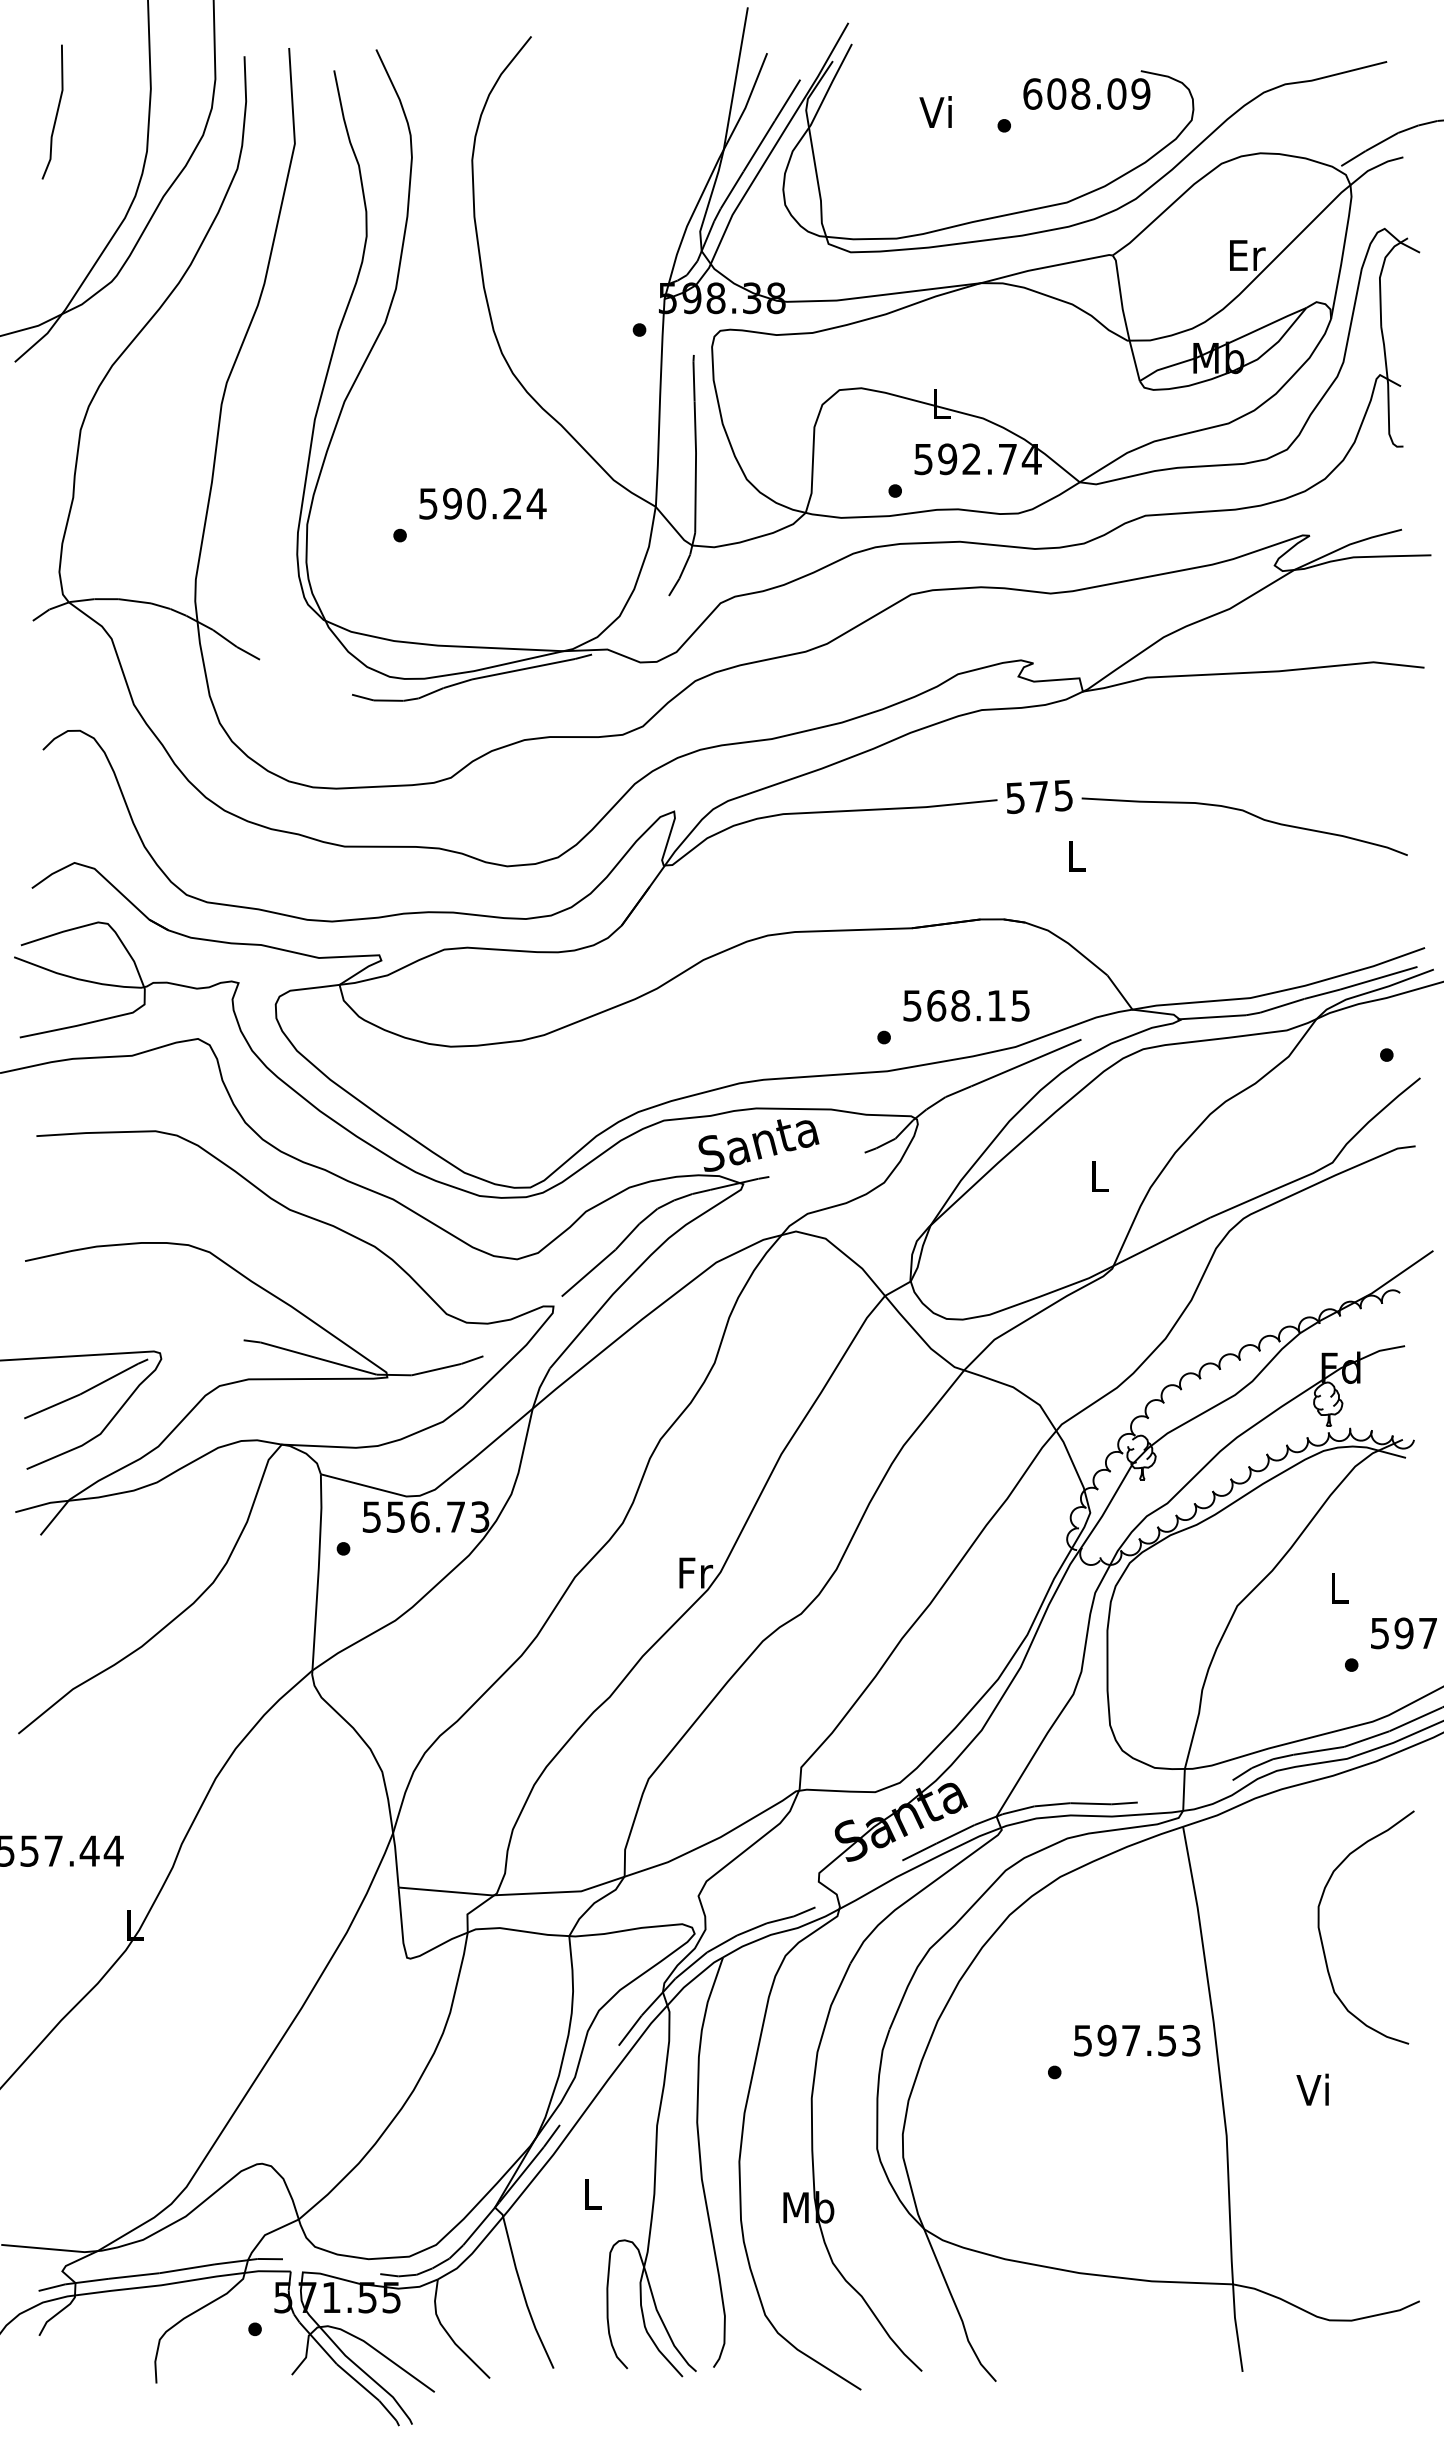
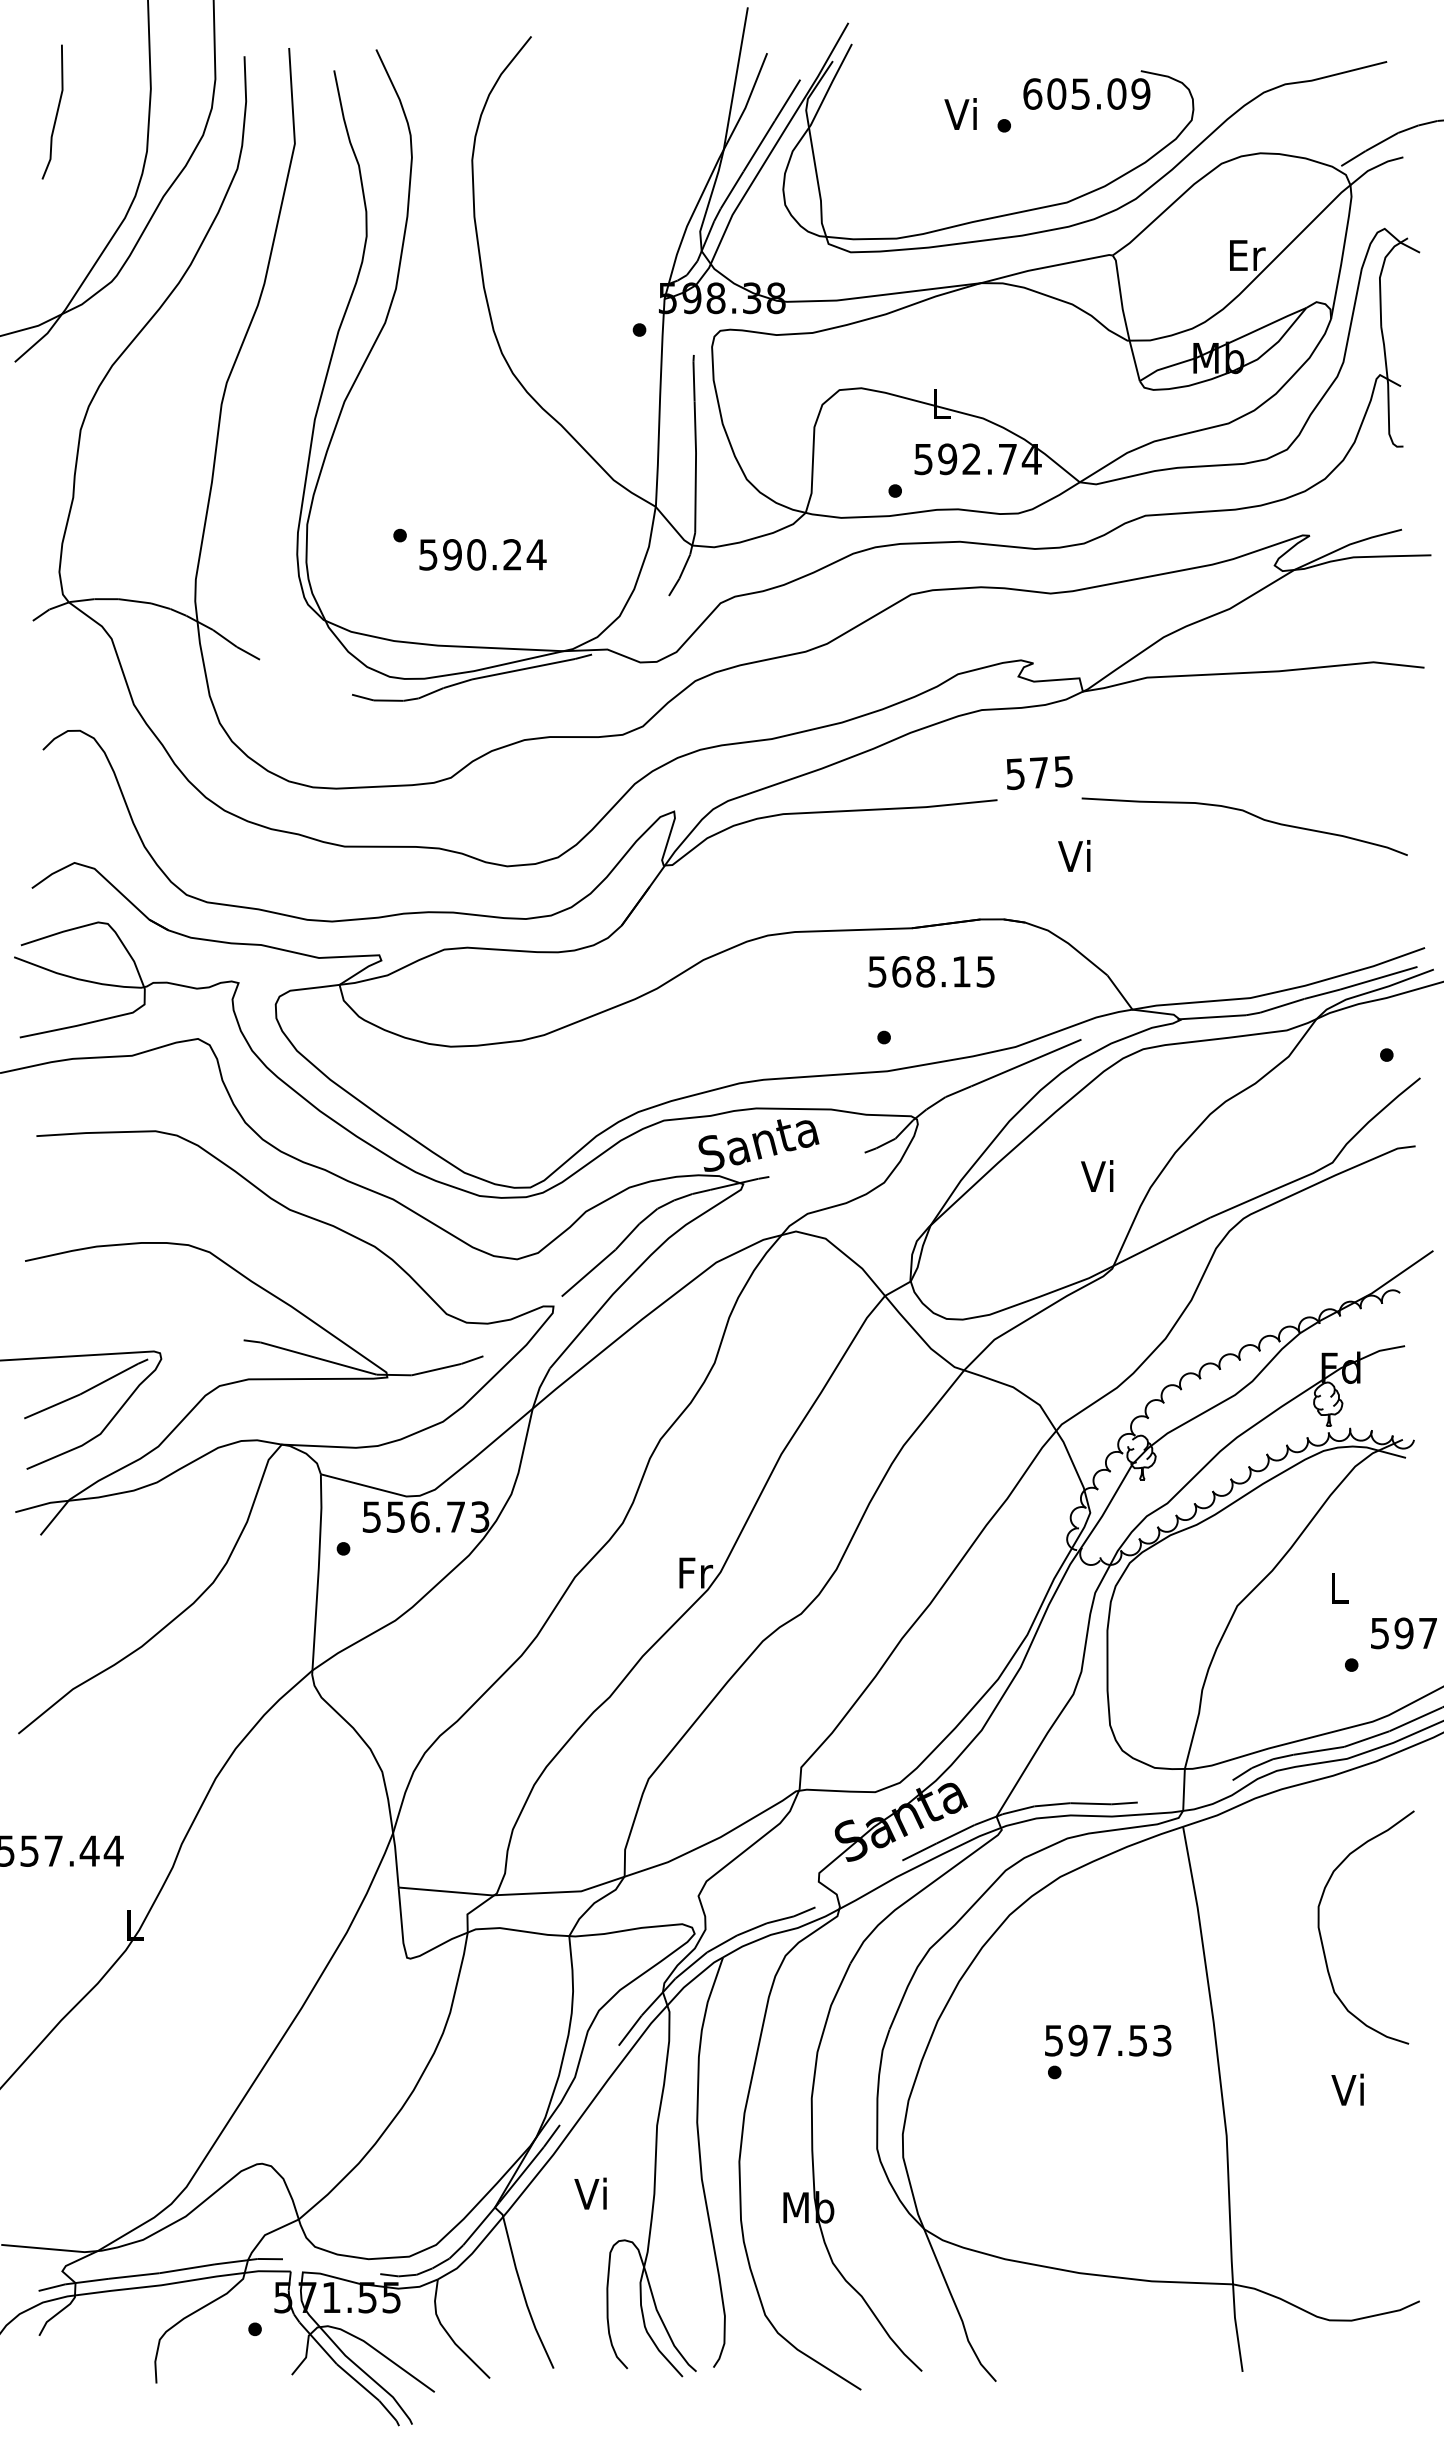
text at (1080, 93): 608.09 -> 605.09
text at (935, 111) position: (935, 111) -> (960, 113)
text at (482, 503) position: (482, 503) -> (482, 554)
text at (1039, 796) position: (1039, 796) -> (1039, 772)
text at (1074, 855): L -> Vi
text at (966, 1005) position: (966, 1005) -> (931, 971)
text at (1097, 1175): L -> Vi
text at (1137, 2040) position: (1137, 2040) -> (1108, 2040)
text at (1312, 2089) position: (1312, 2089) -> (1347, 2089)
text at (590, 2193): L -> Vi
